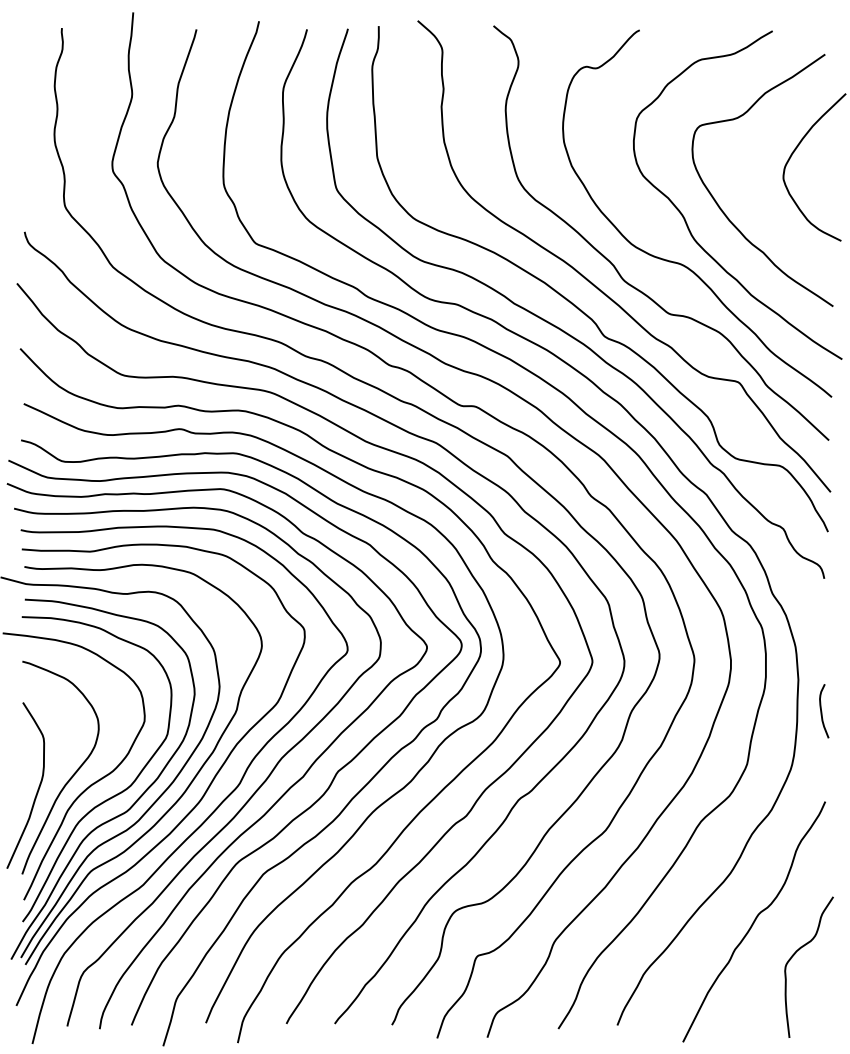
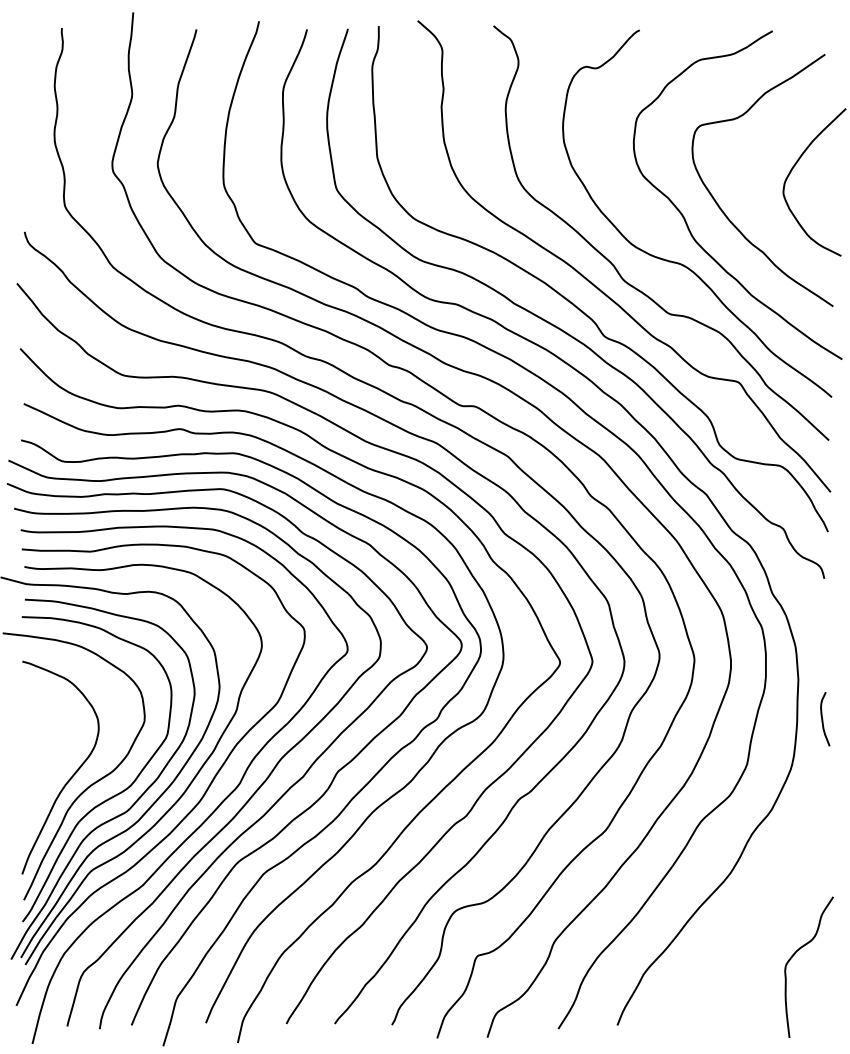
curve at (794, 152) position: (794, 152) -> (794, 167)
curve at (822, 711) position: (822, 711) -> (823, 719)
curve at (37, 789): present -> none
curve at (753, 921): present -> none
